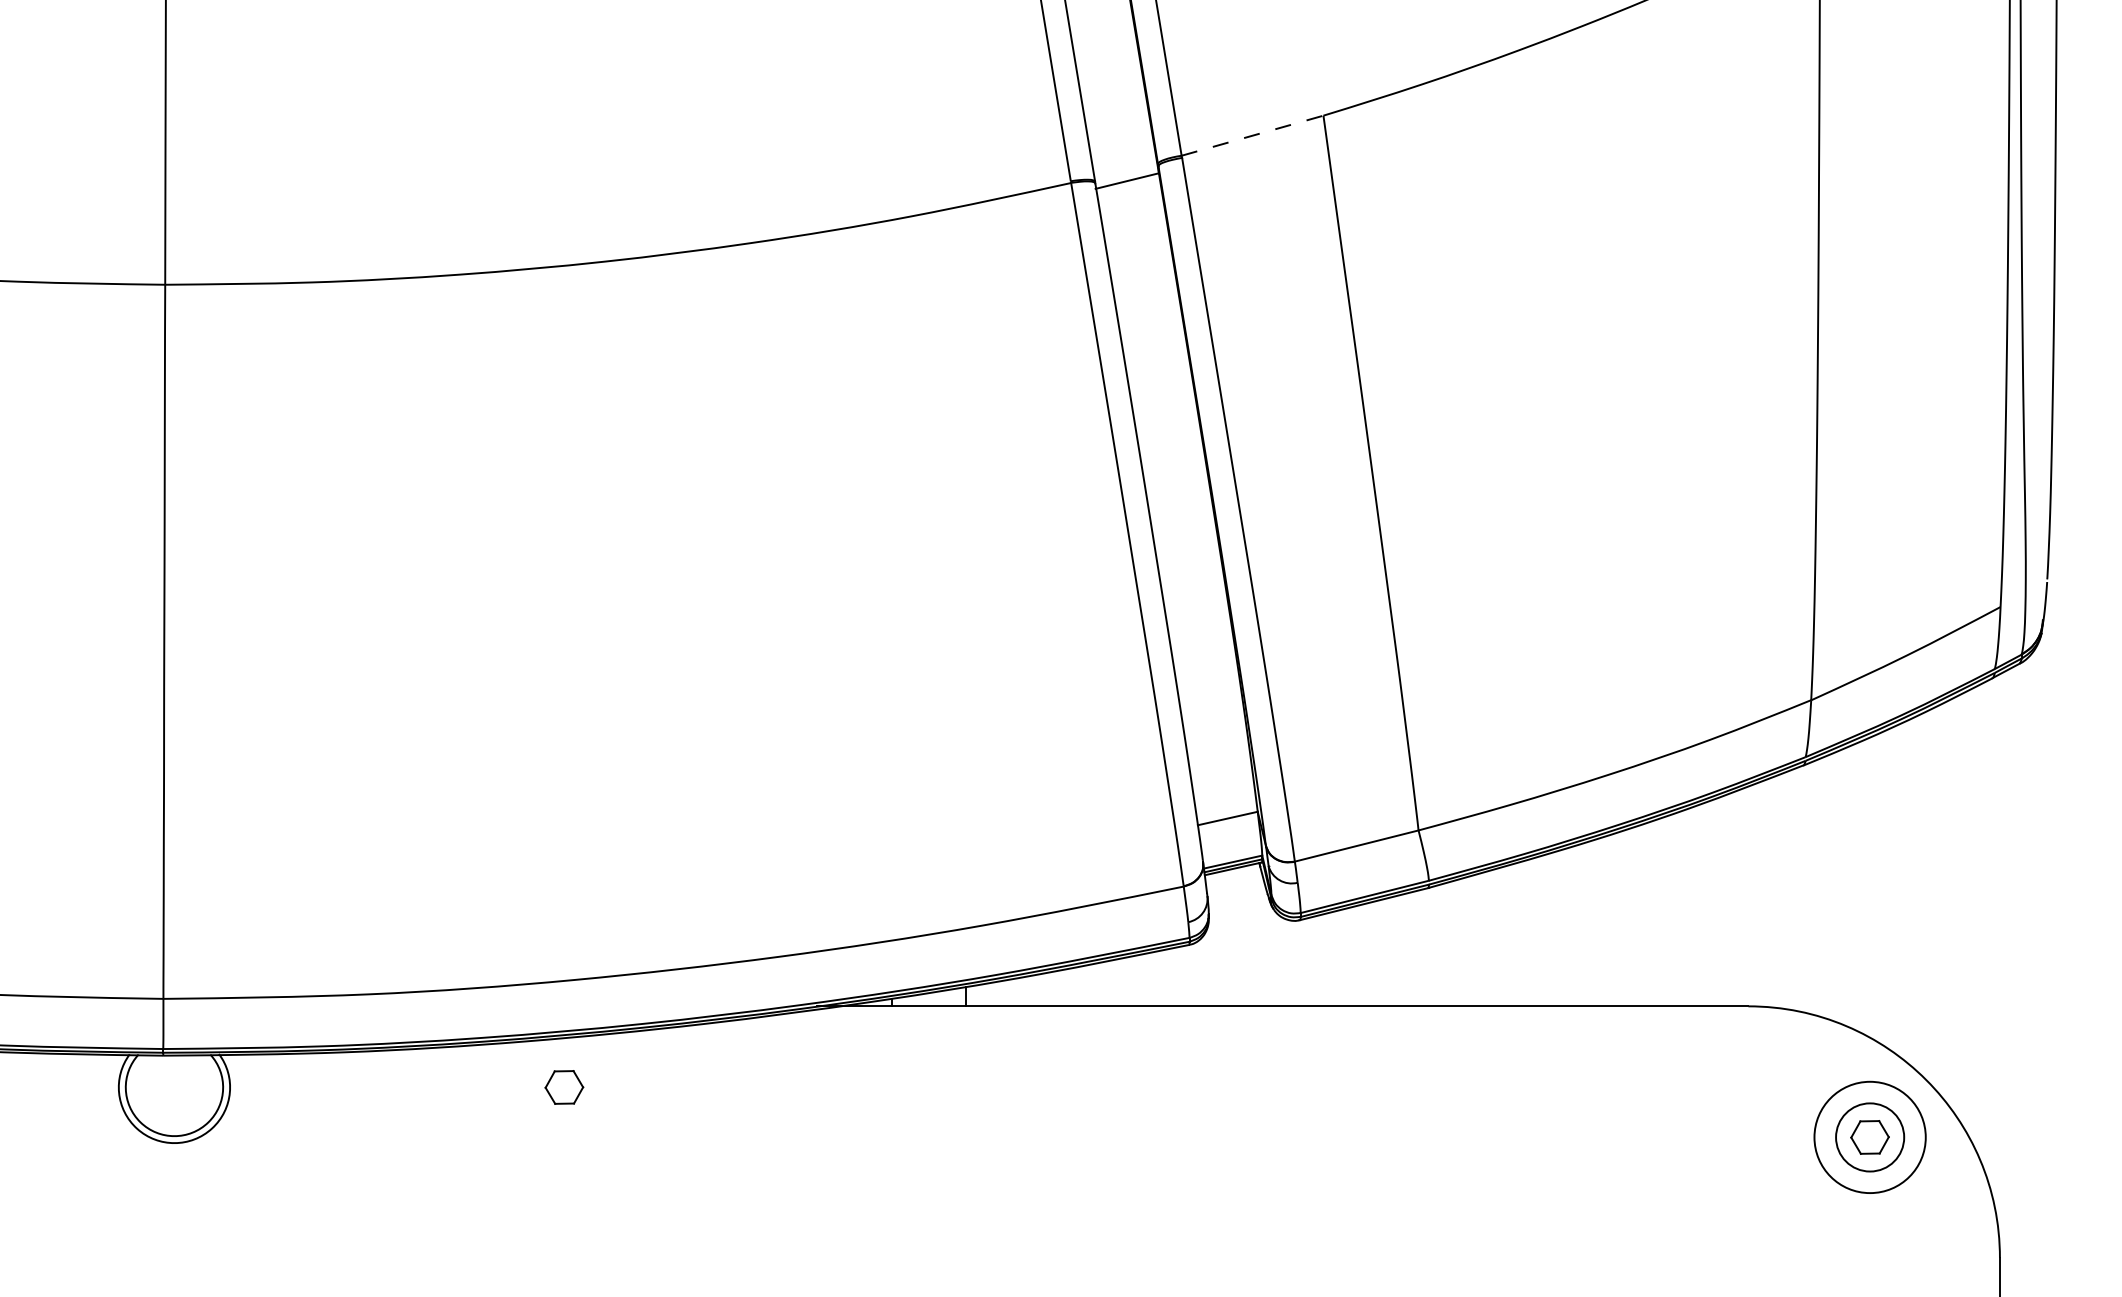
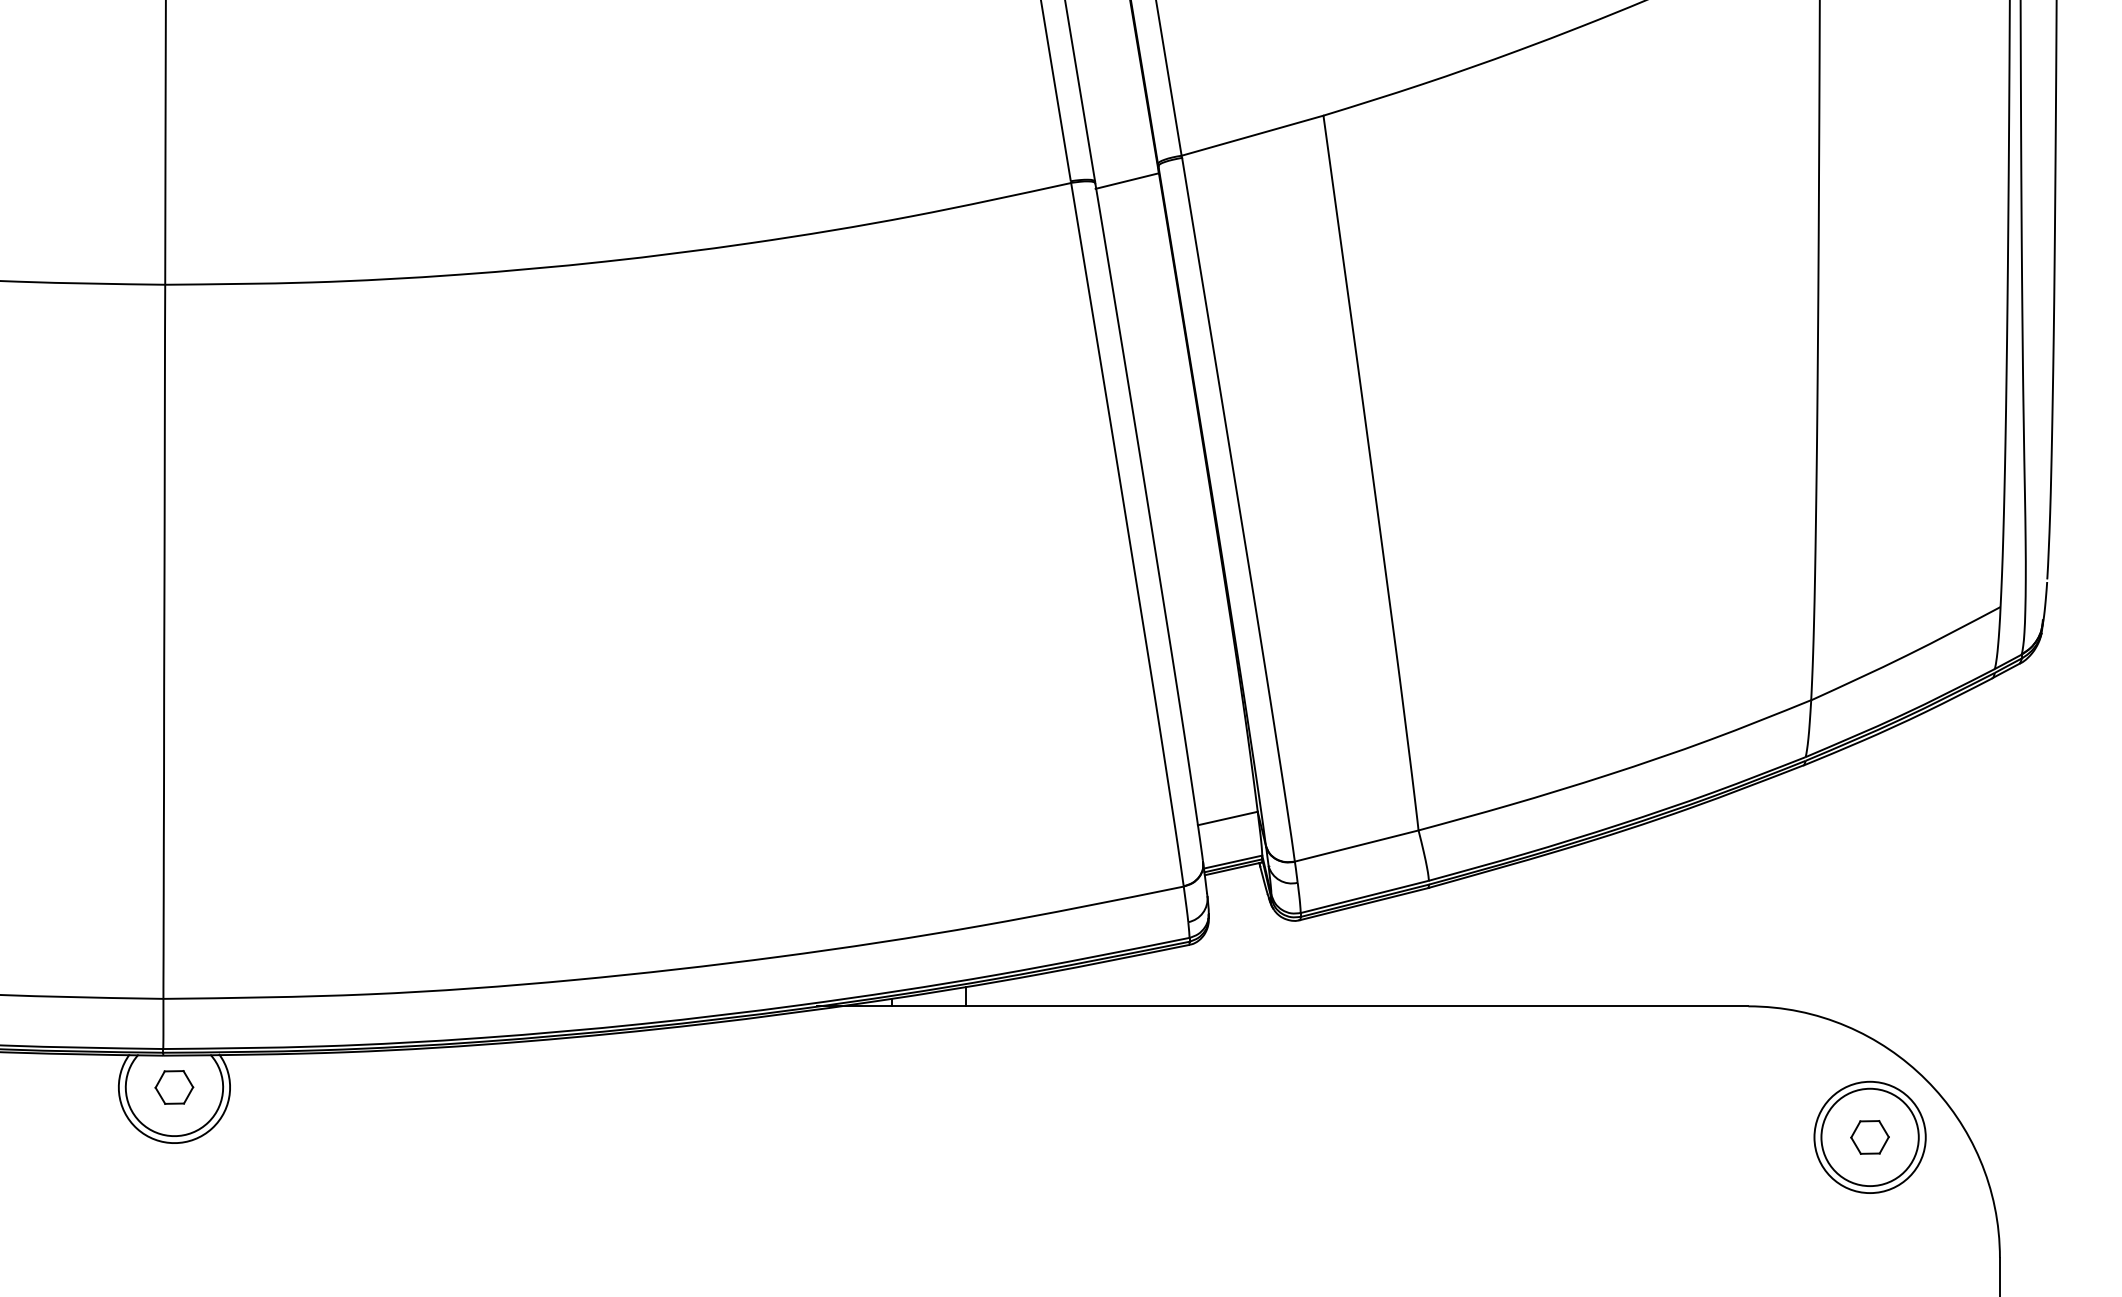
line at (1252, 135): dashed -> solid
part at (564, 1087) position: (564, 1087) -> (174, 1087)
circle at (1870, 1137) diameter: 68 px -> 97 px
